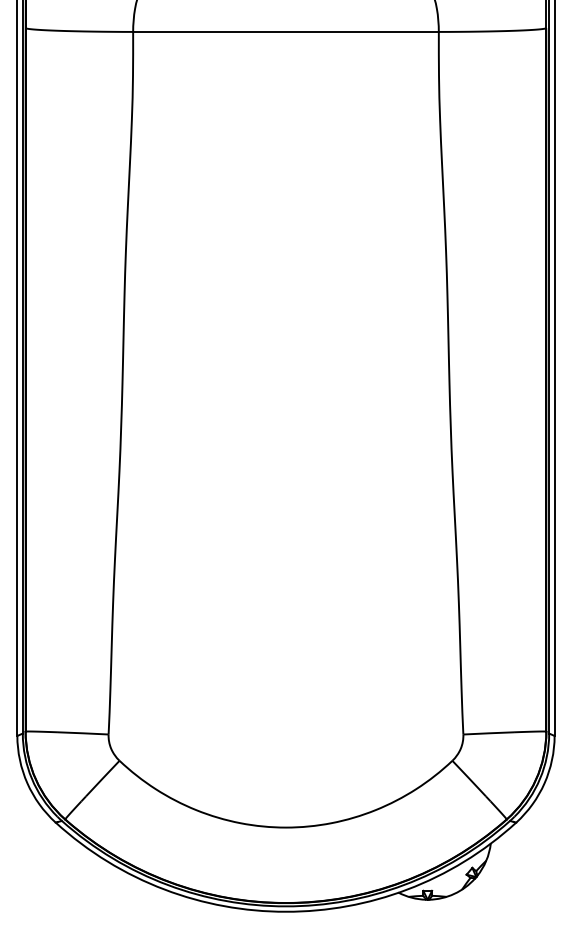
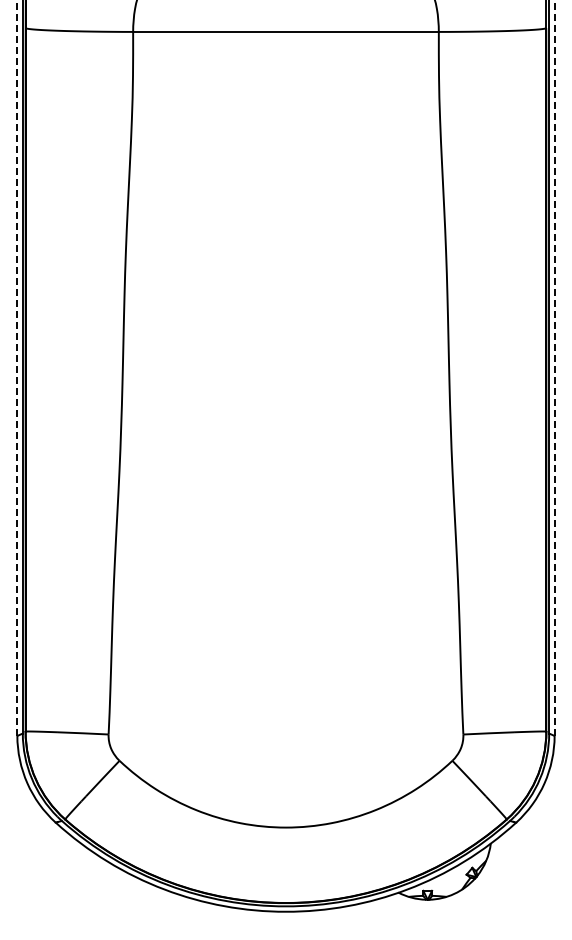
line at (17, 367): solid -> dashed
line at (554, 367): solid -> dashed
